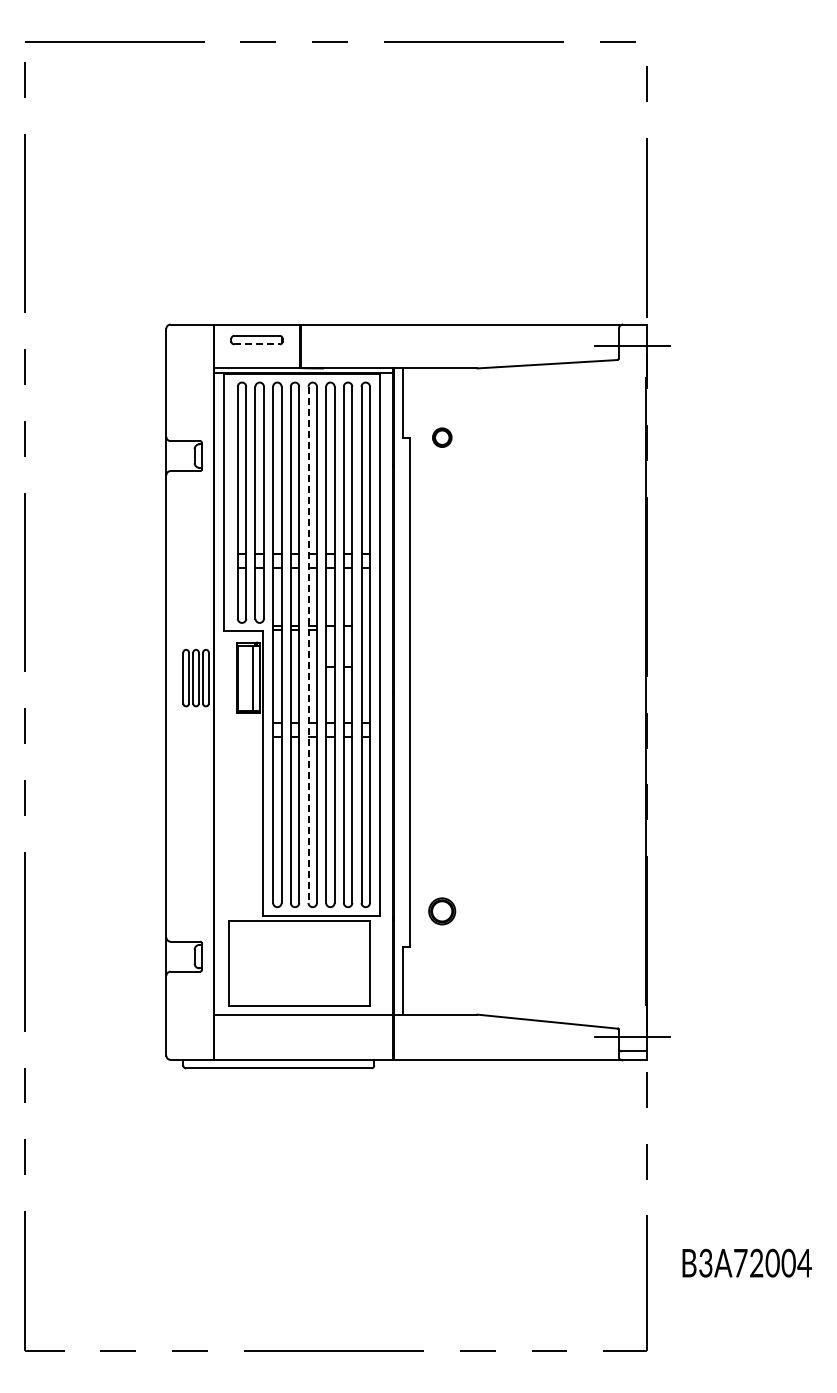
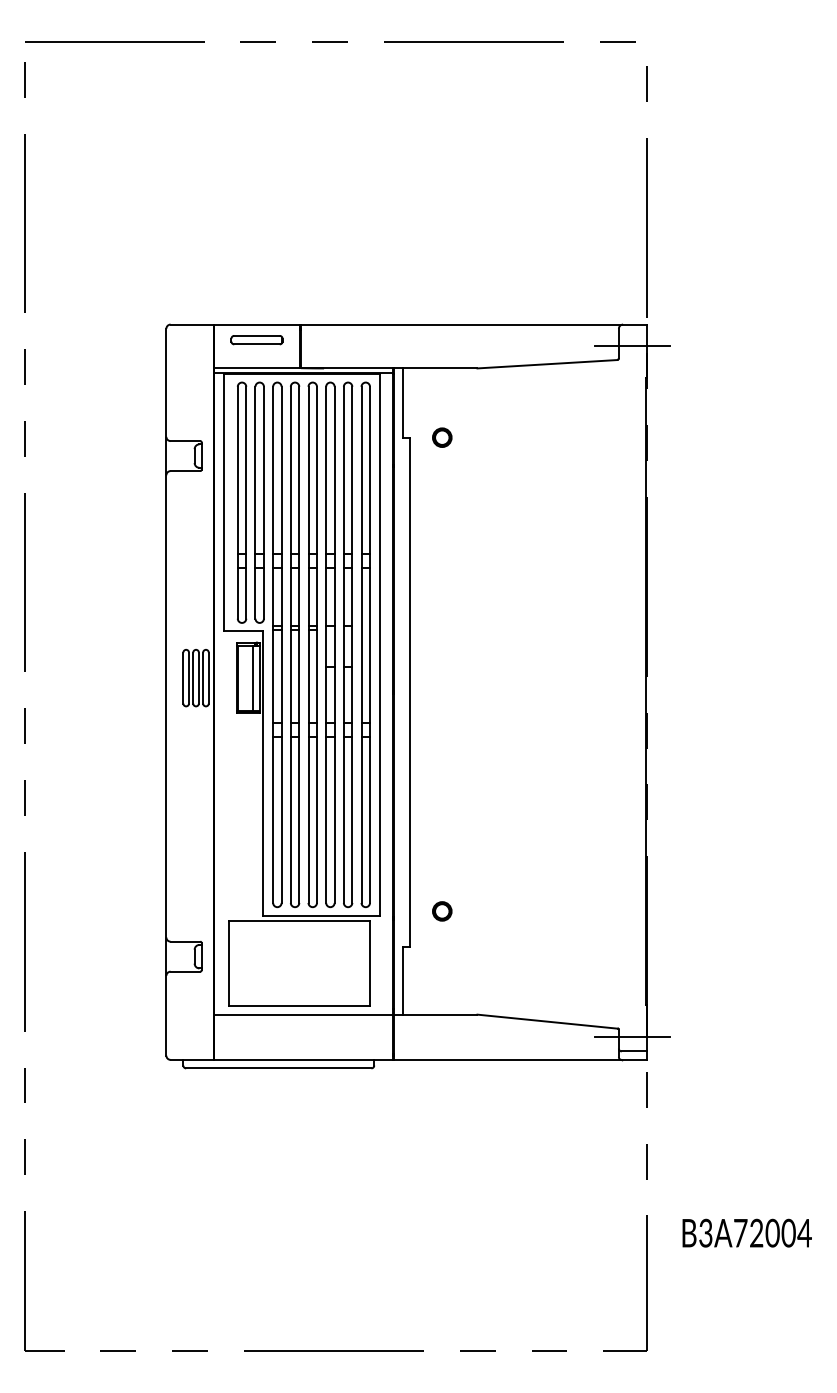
line at (257, 344): dashed -> solid
line at (308, 645): dashed -> solid
part at (442, 911) size: 29x29 px -> 21x21 px
text at (746, 1262) position: (746, 1262) -> (746, 1232)
